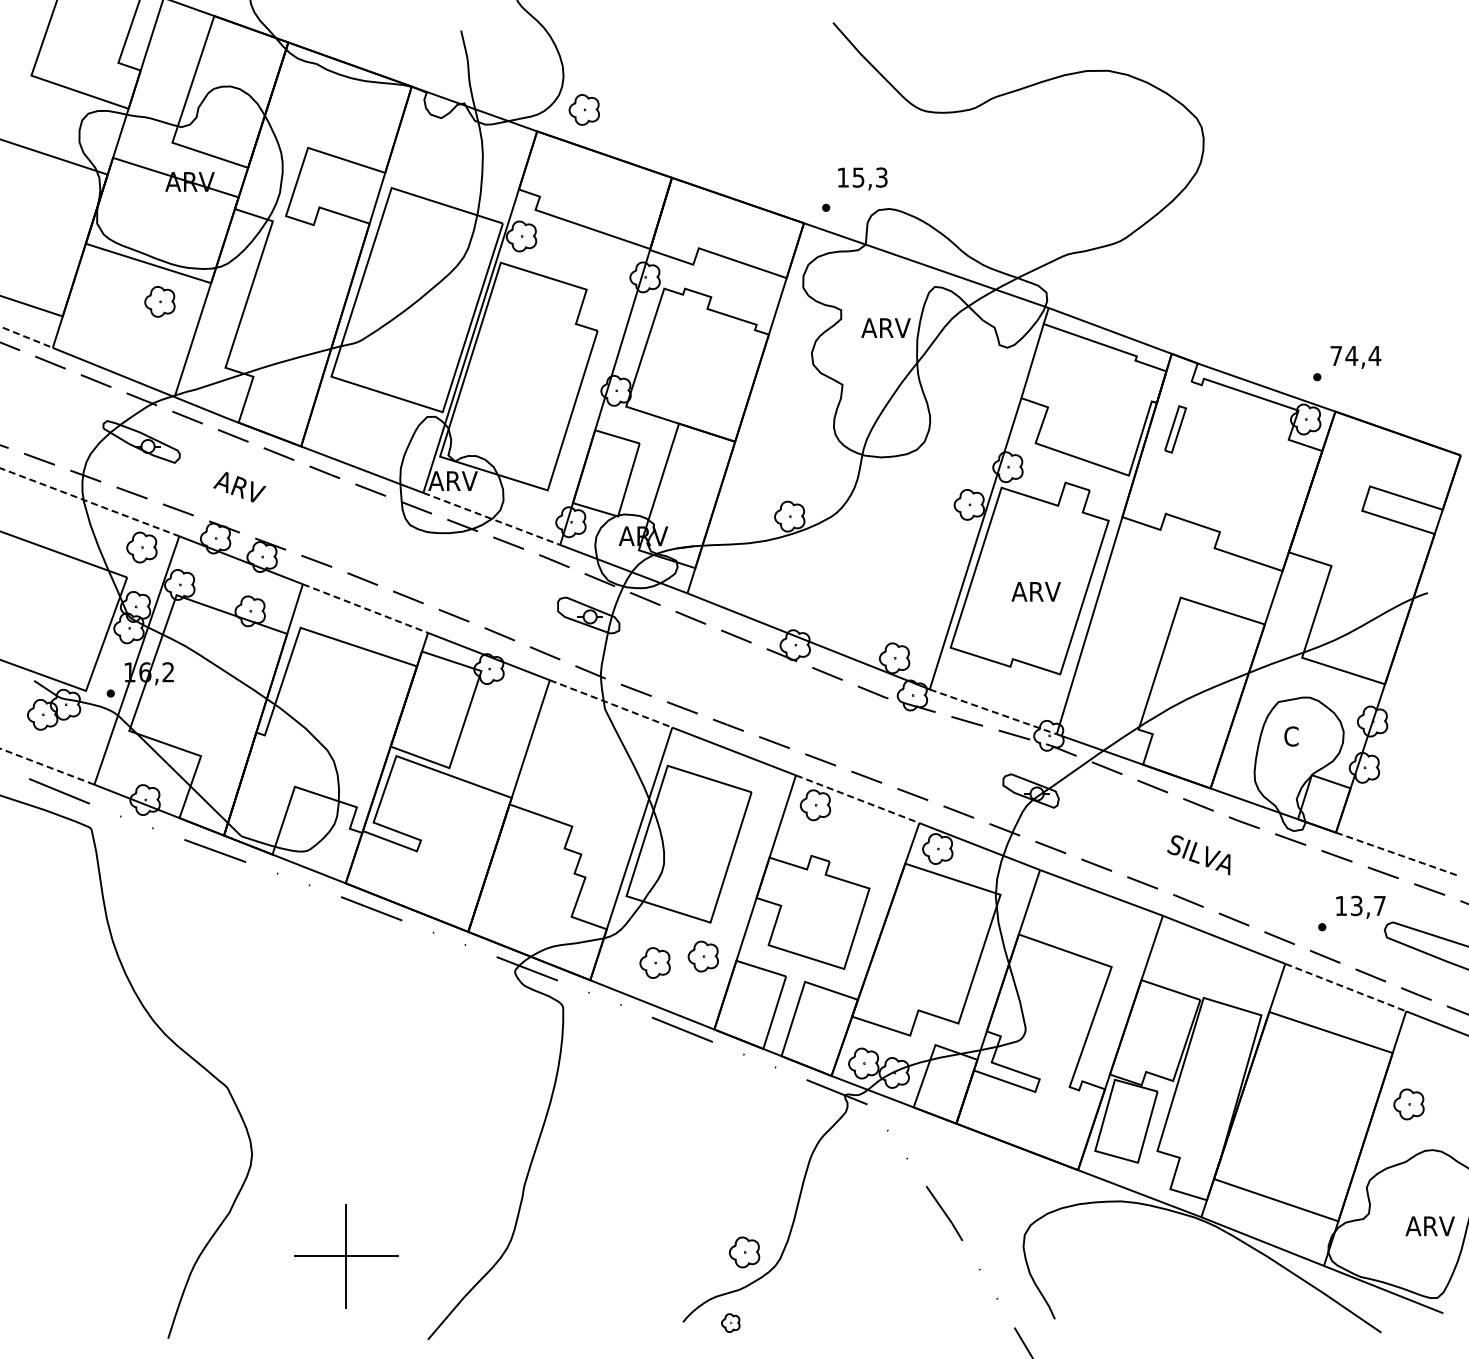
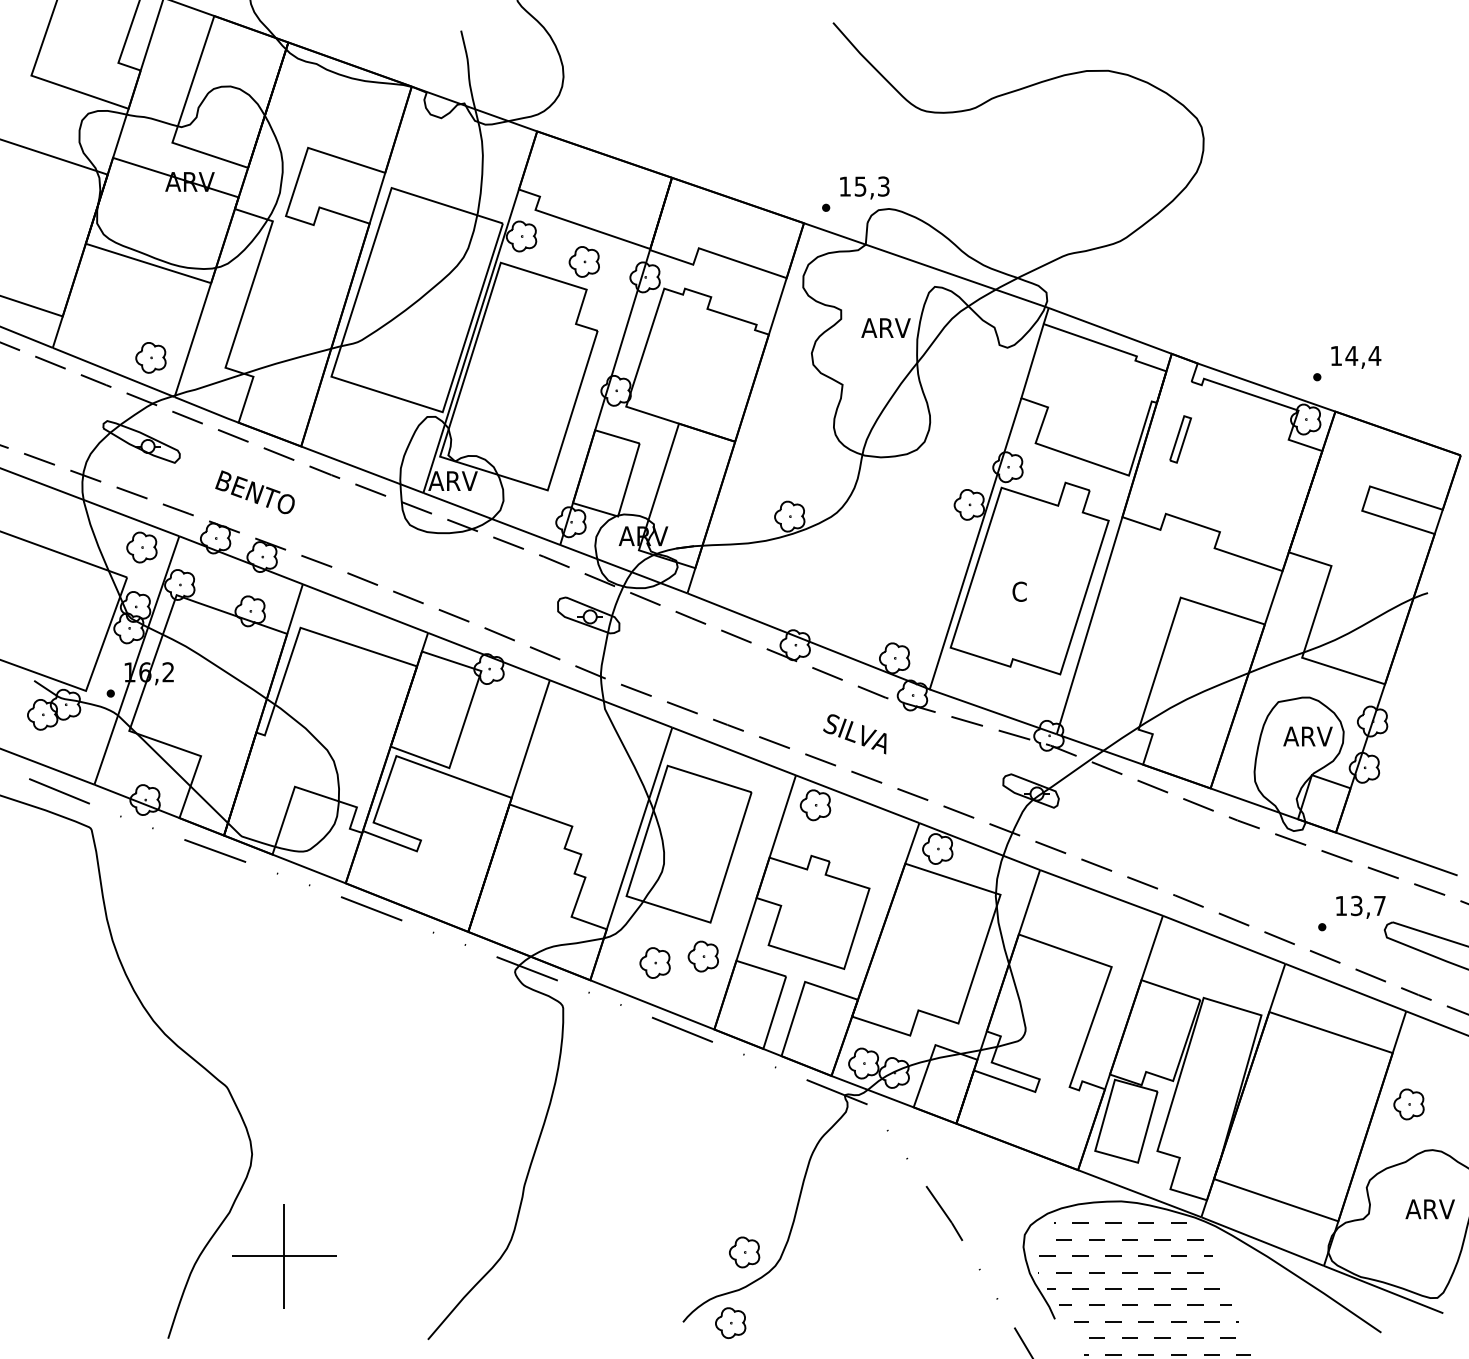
part at (583, 109) position: (583, 109) -> (583, 261)
text at (862, 178) position: (862, 178) -> (864, 187)
part at (159, 301) position: (159, 301) -> (150, 357)
line at (26, 337): dashed -> solid
text at (1335, 355): 74,4 -> 14,4
part at (1175, 429) position: (1175, 429) -> (1180, 439)
text at (253, 492): ARV -> BENTO
line at (89, 502): dashed -> solid
line at (492, 519): dashed -> solid
text at (1035, 591): ARV -> C
line at (365, 608): dashed -> solid
line at (611, 703): dashed -> solid
line at (991, 711): dashed -> solid
text at (1307, 736): C -> ARV
line at (46, 766): dashed -> solid
line at (858, 799): dashed -> solid
line at (1397, 854): dashed -> solid
text at (1198, 855) position: (1198, 855) -> (854, 734)
line at (1345, 987): dashed -> solid
text at (1429, 1226) position: (1429, 1226) -> (1429, 1209)
part at (346, 1256) position: (346, 1256) -> (284, 1256)
hatch at (1143, 1288): none -> present
part at (730, 1322) size: 20x20 px -> 32x32 px
